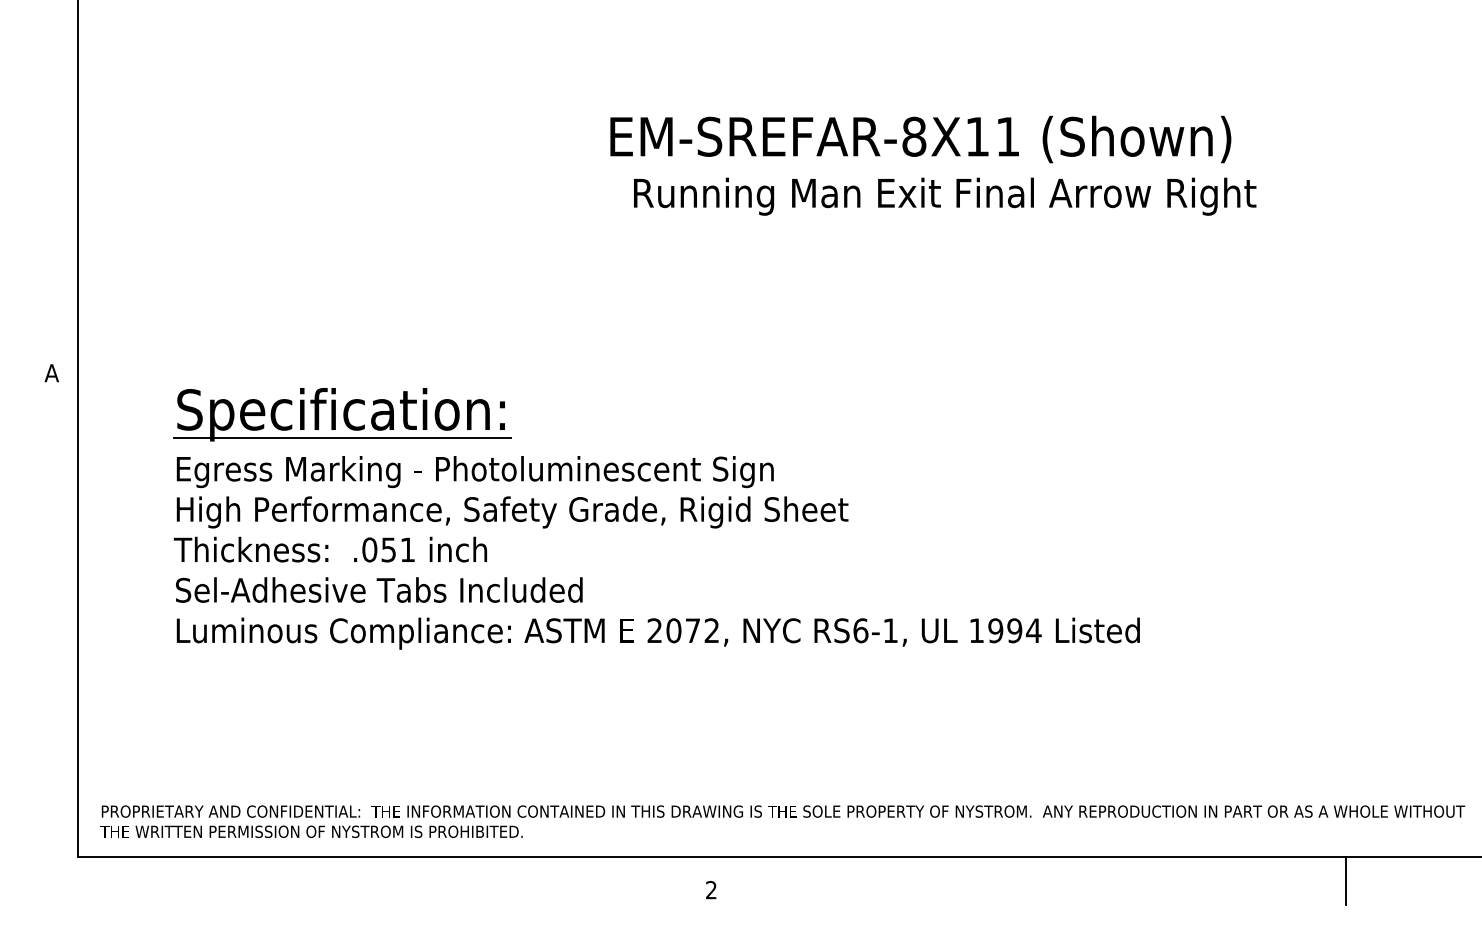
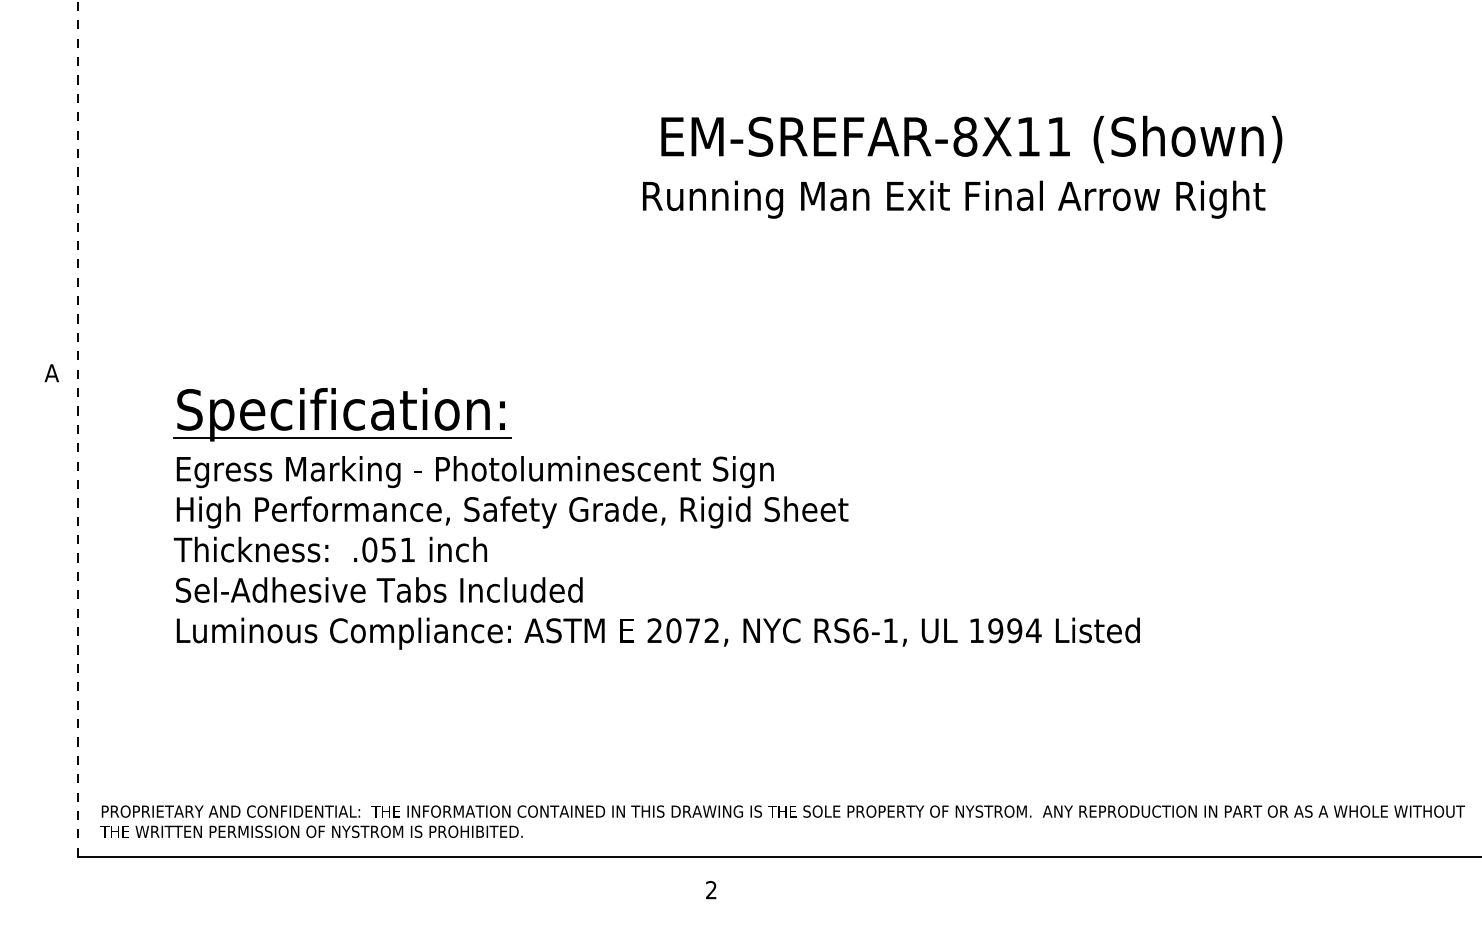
text at (920, 139) position: (920, 139) -> (971, 139)
text at (945, 196) position: (945, 196) -> (954, 199)
line at (77, 428): solid -> dashed
line at (1346, 880): present -> none
